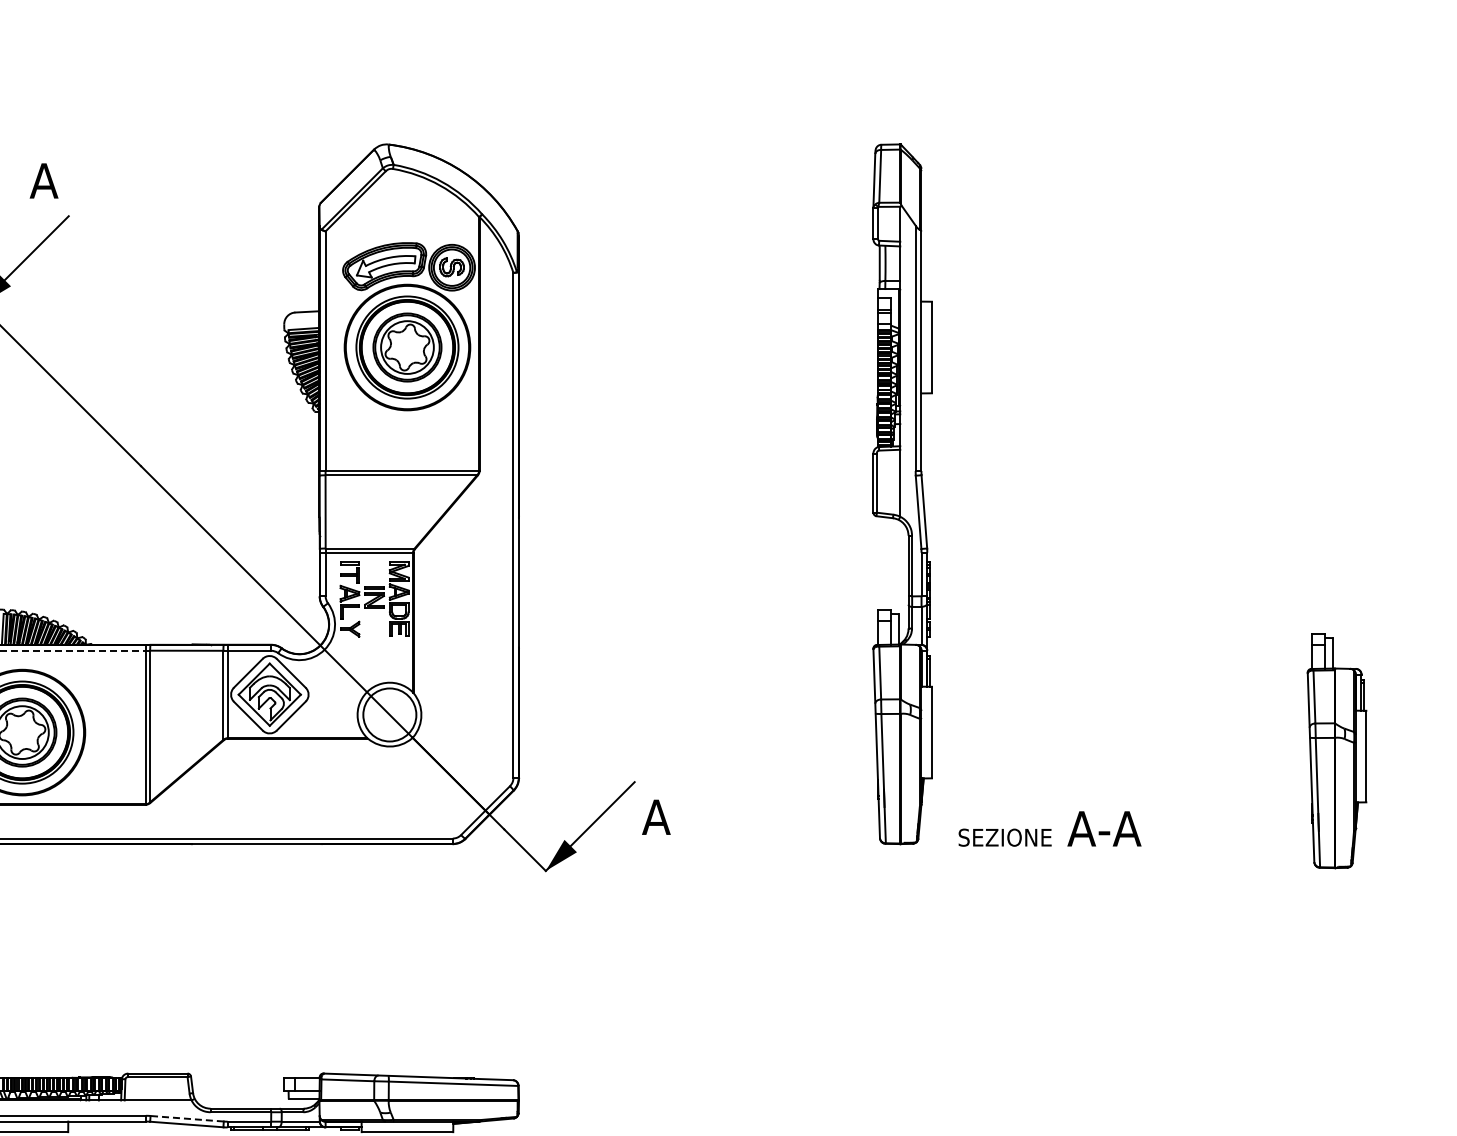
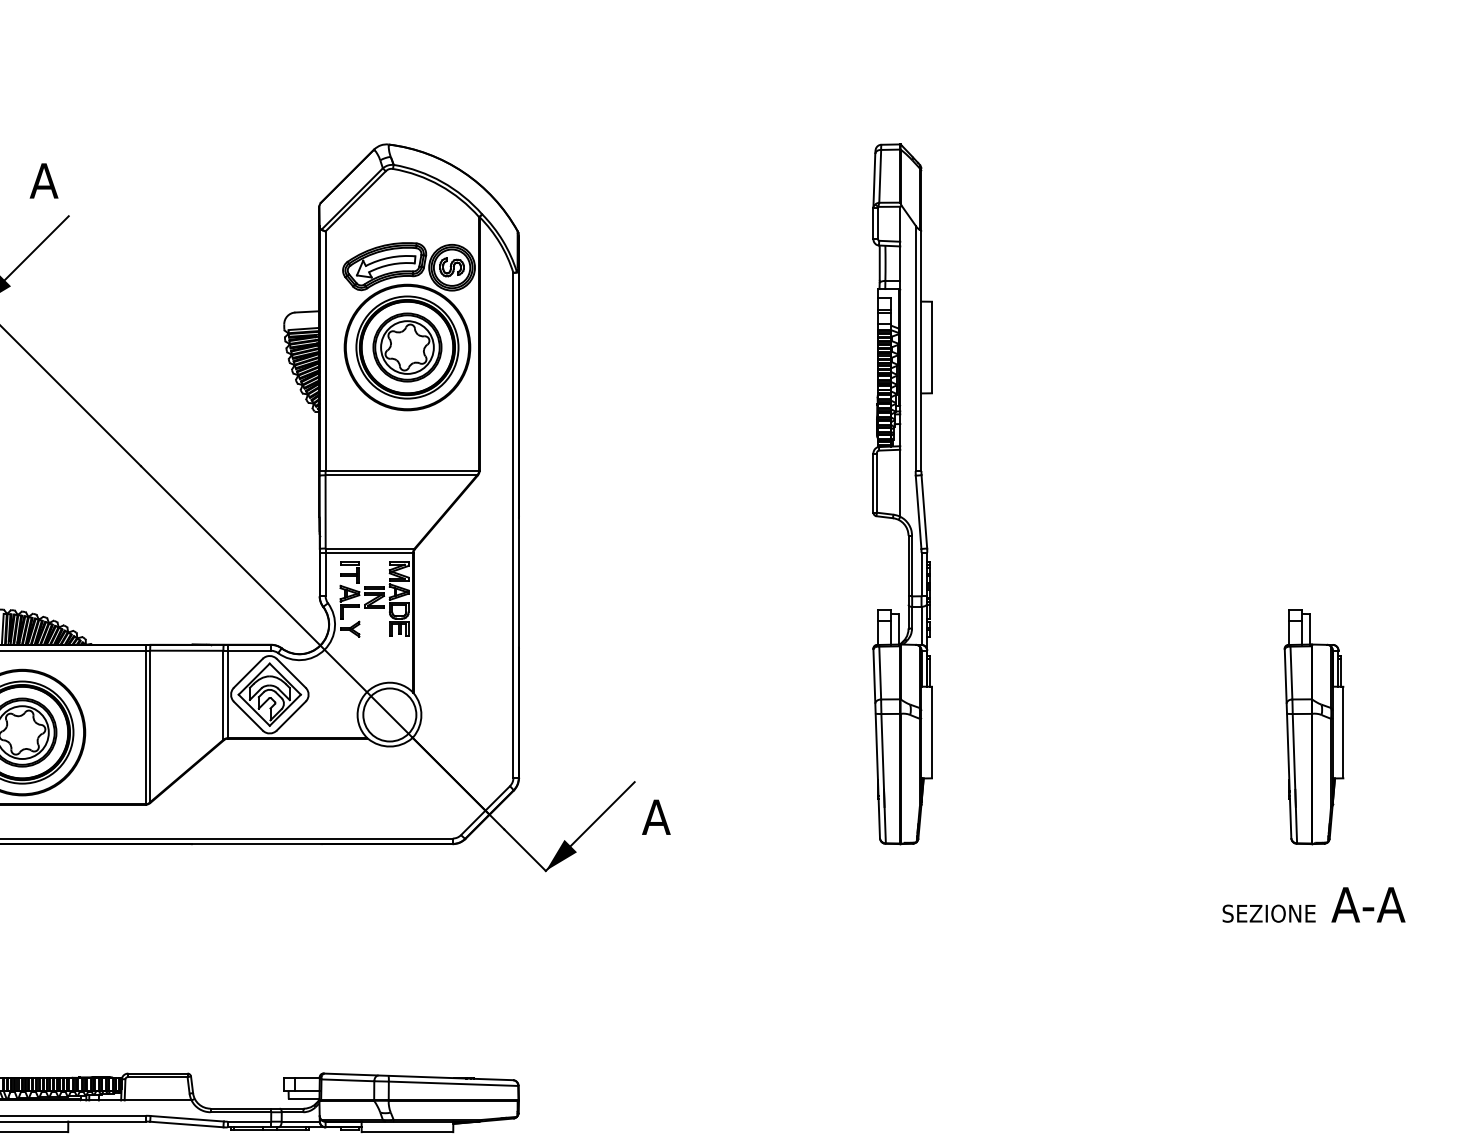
line at (75, 650): dashed -> solid
part at (1336, 751) position: (1336, 751) -> (1313, 727)
text at (1049, 828) position: (1049, 828) -> (1313, 904)
line at (187, 1118): dashed -> solid
